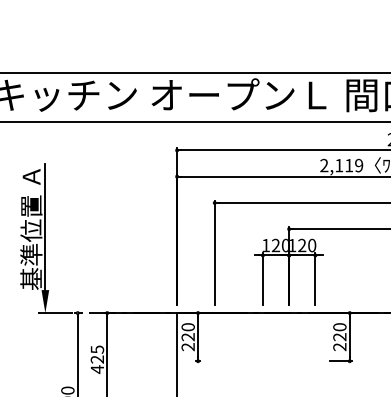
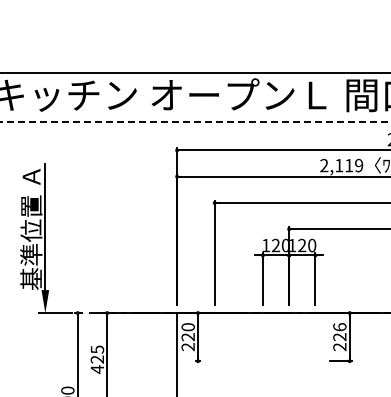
line at (195, 122): solid -> dashed
text at (339, 327): 220 -> 226
